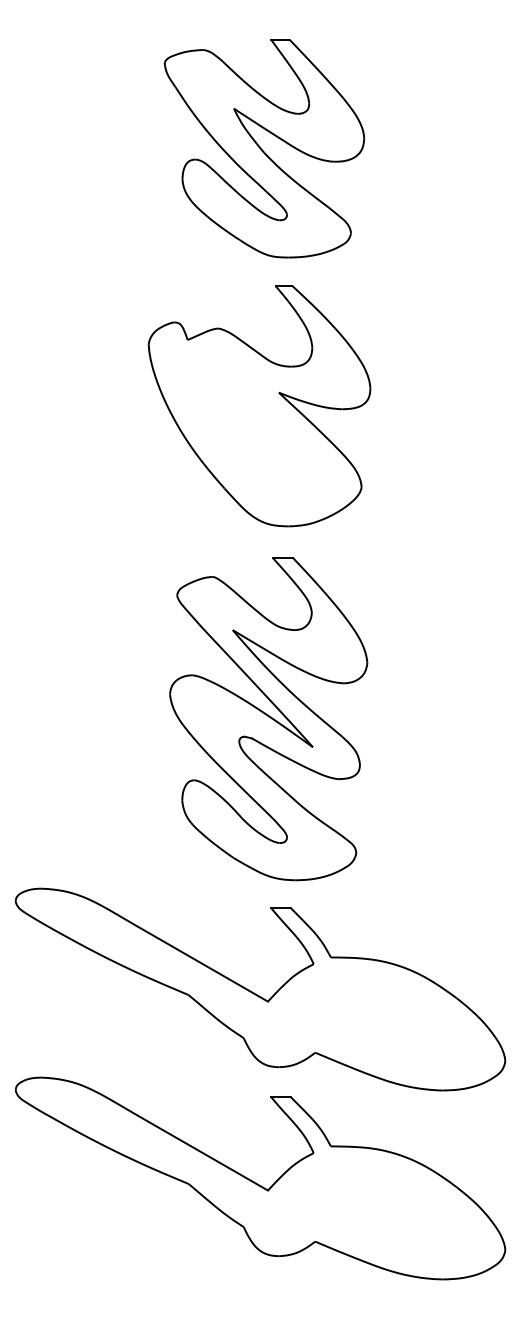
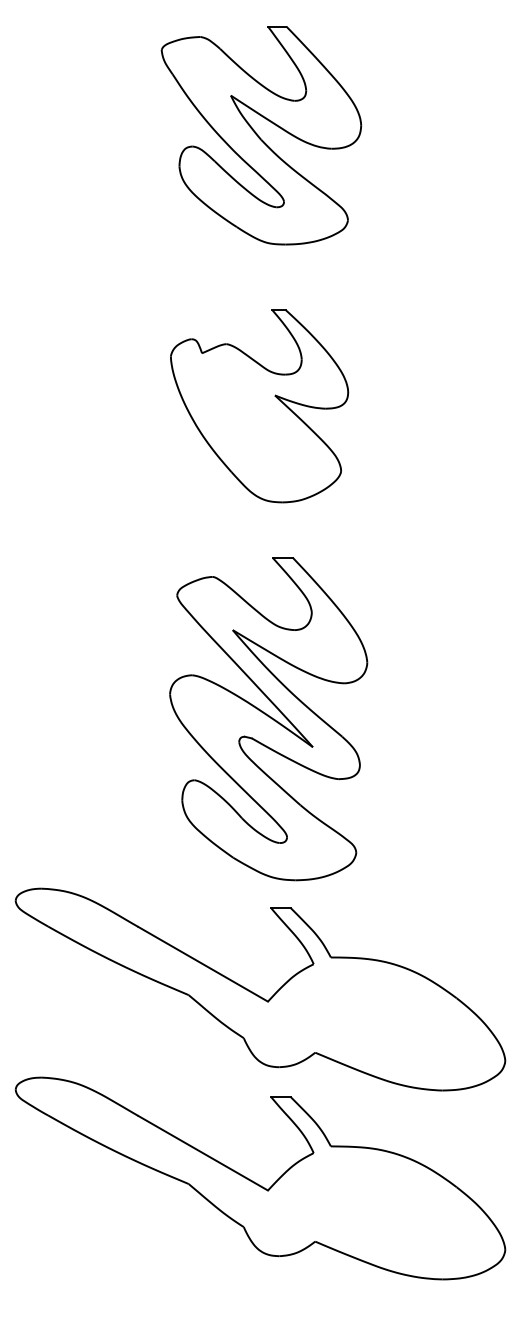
part at (264, 148) position: (264, 148) -> (261, 135)
part at (259, 406) size: 225x243 px -> 180x195 px
